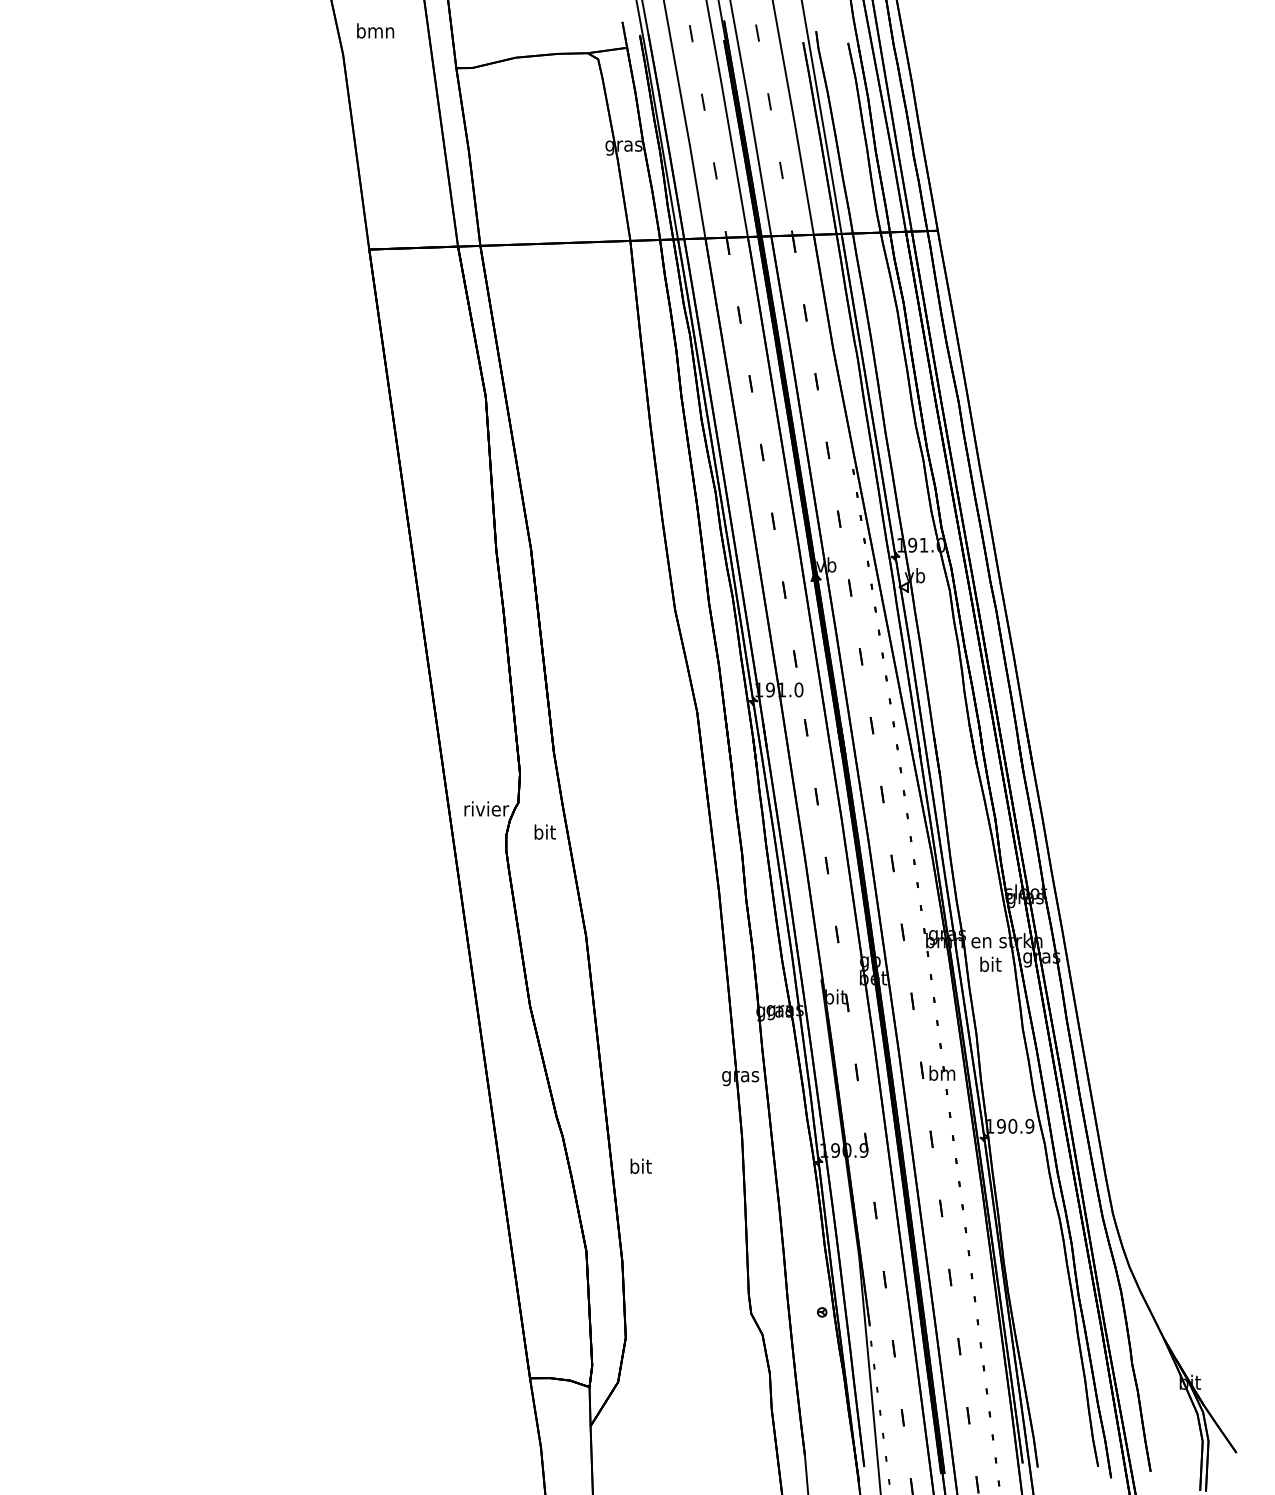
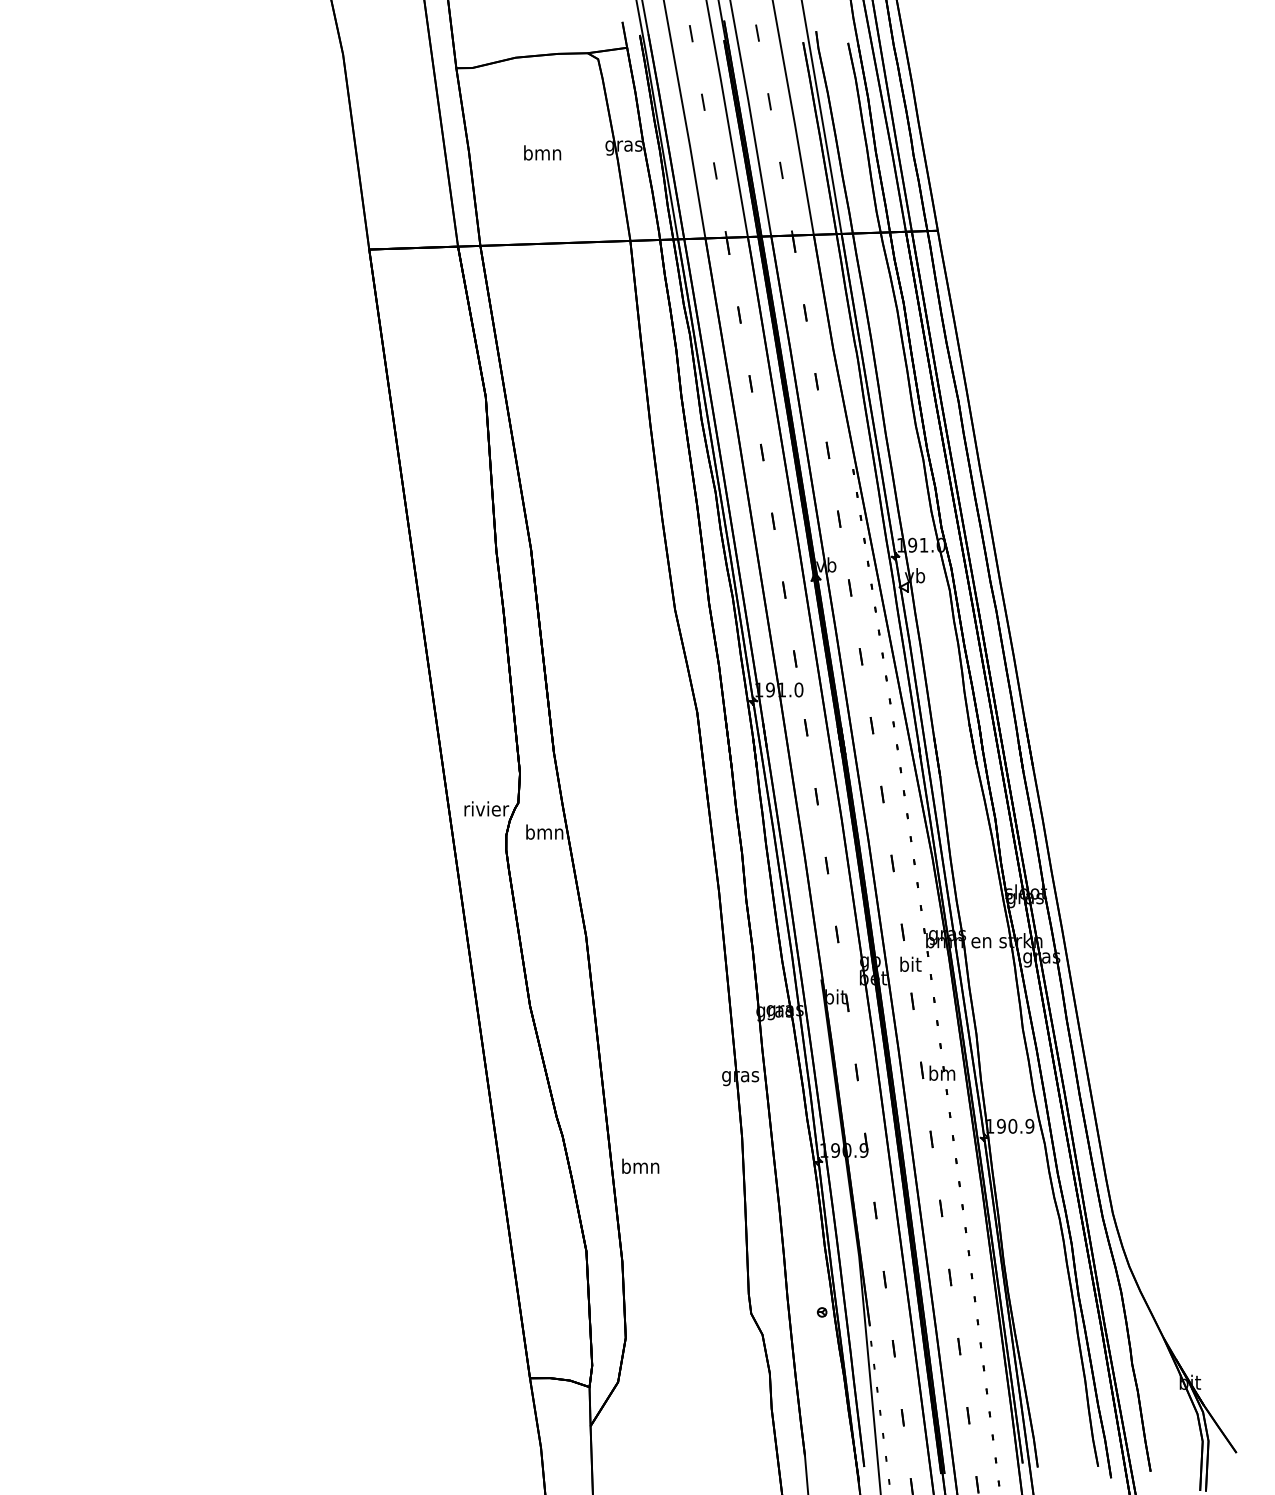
text at (375, 30) position: (375, 30) -> (542, 152)
text at (544, 831): bit -> bmn
text at (990, 963) position: (990, 963) -> (910, 963)
text at (640, 1165): bit -> bmn
